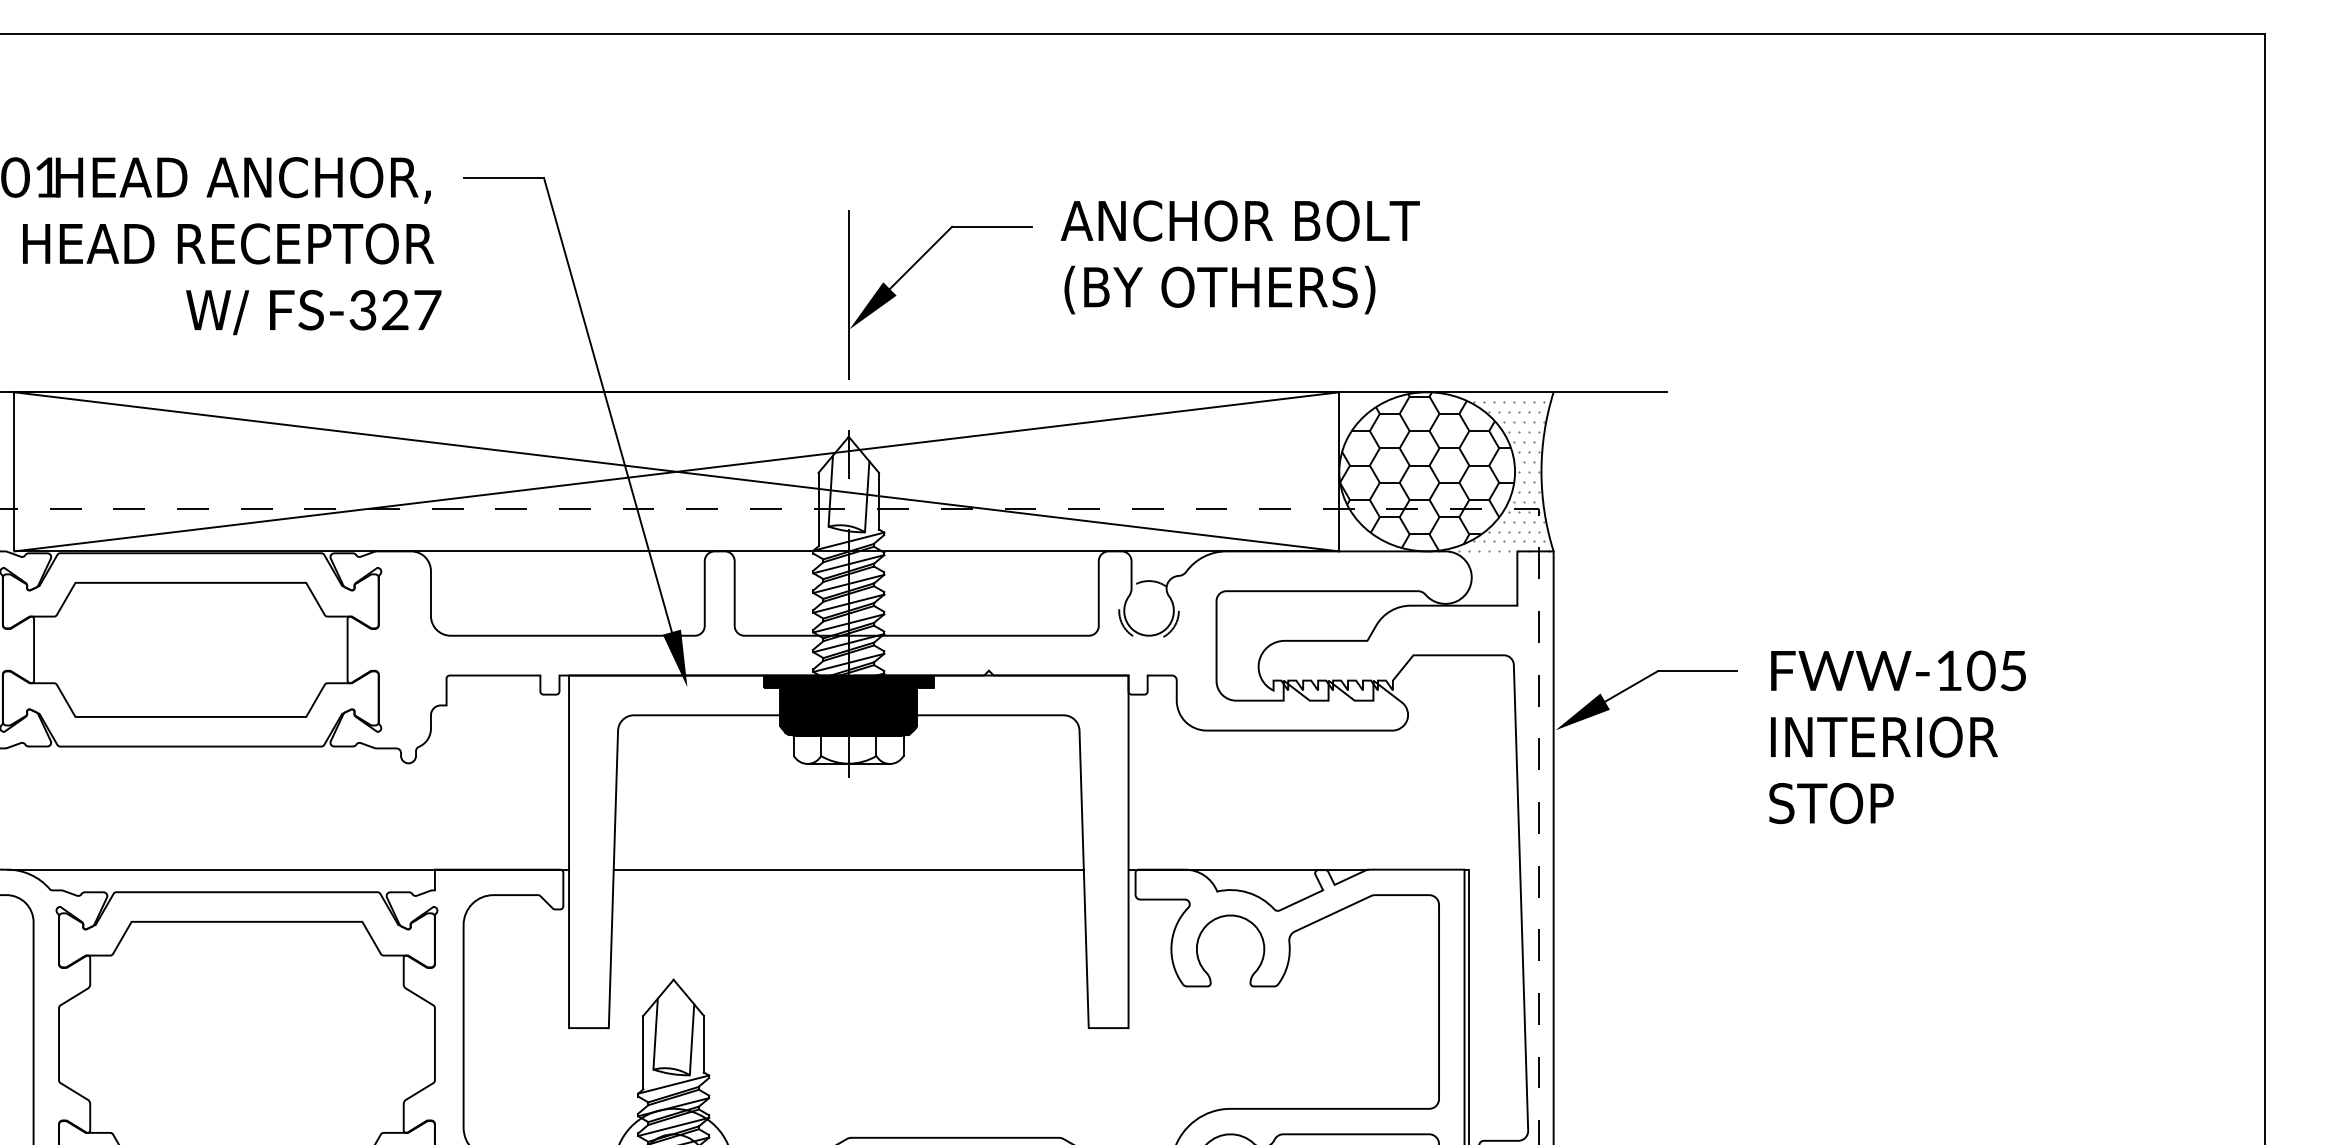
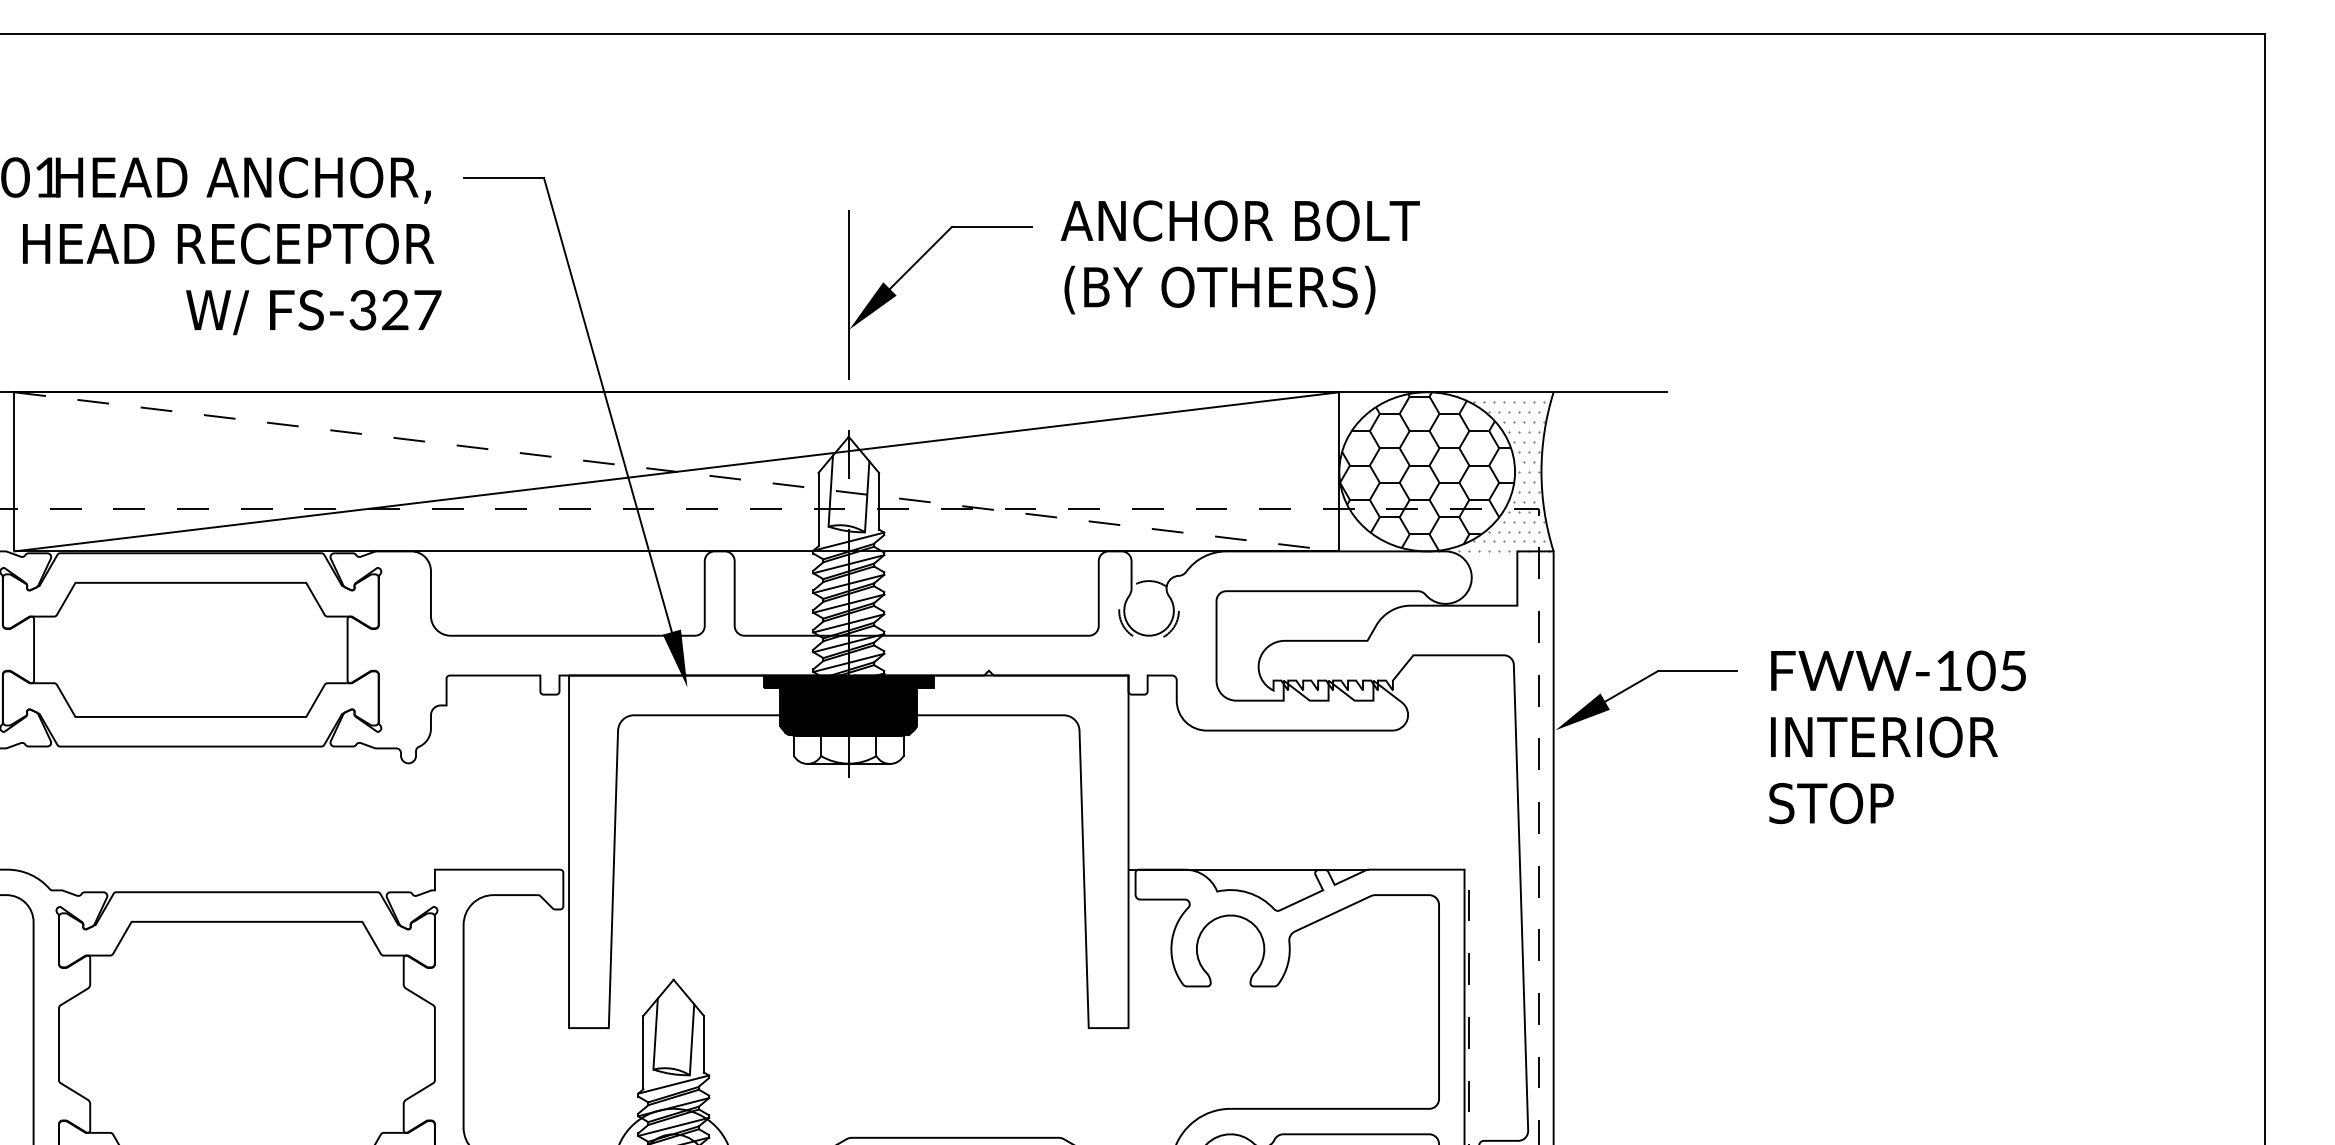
line at (677, 471): solid -> dashed
line at (288, 869): present -> none
line at (848, 869): present -> none
line at (1469, 1003): solid -> dashed
